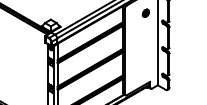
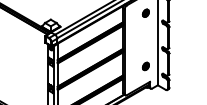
part at (145, 66): none -> present
